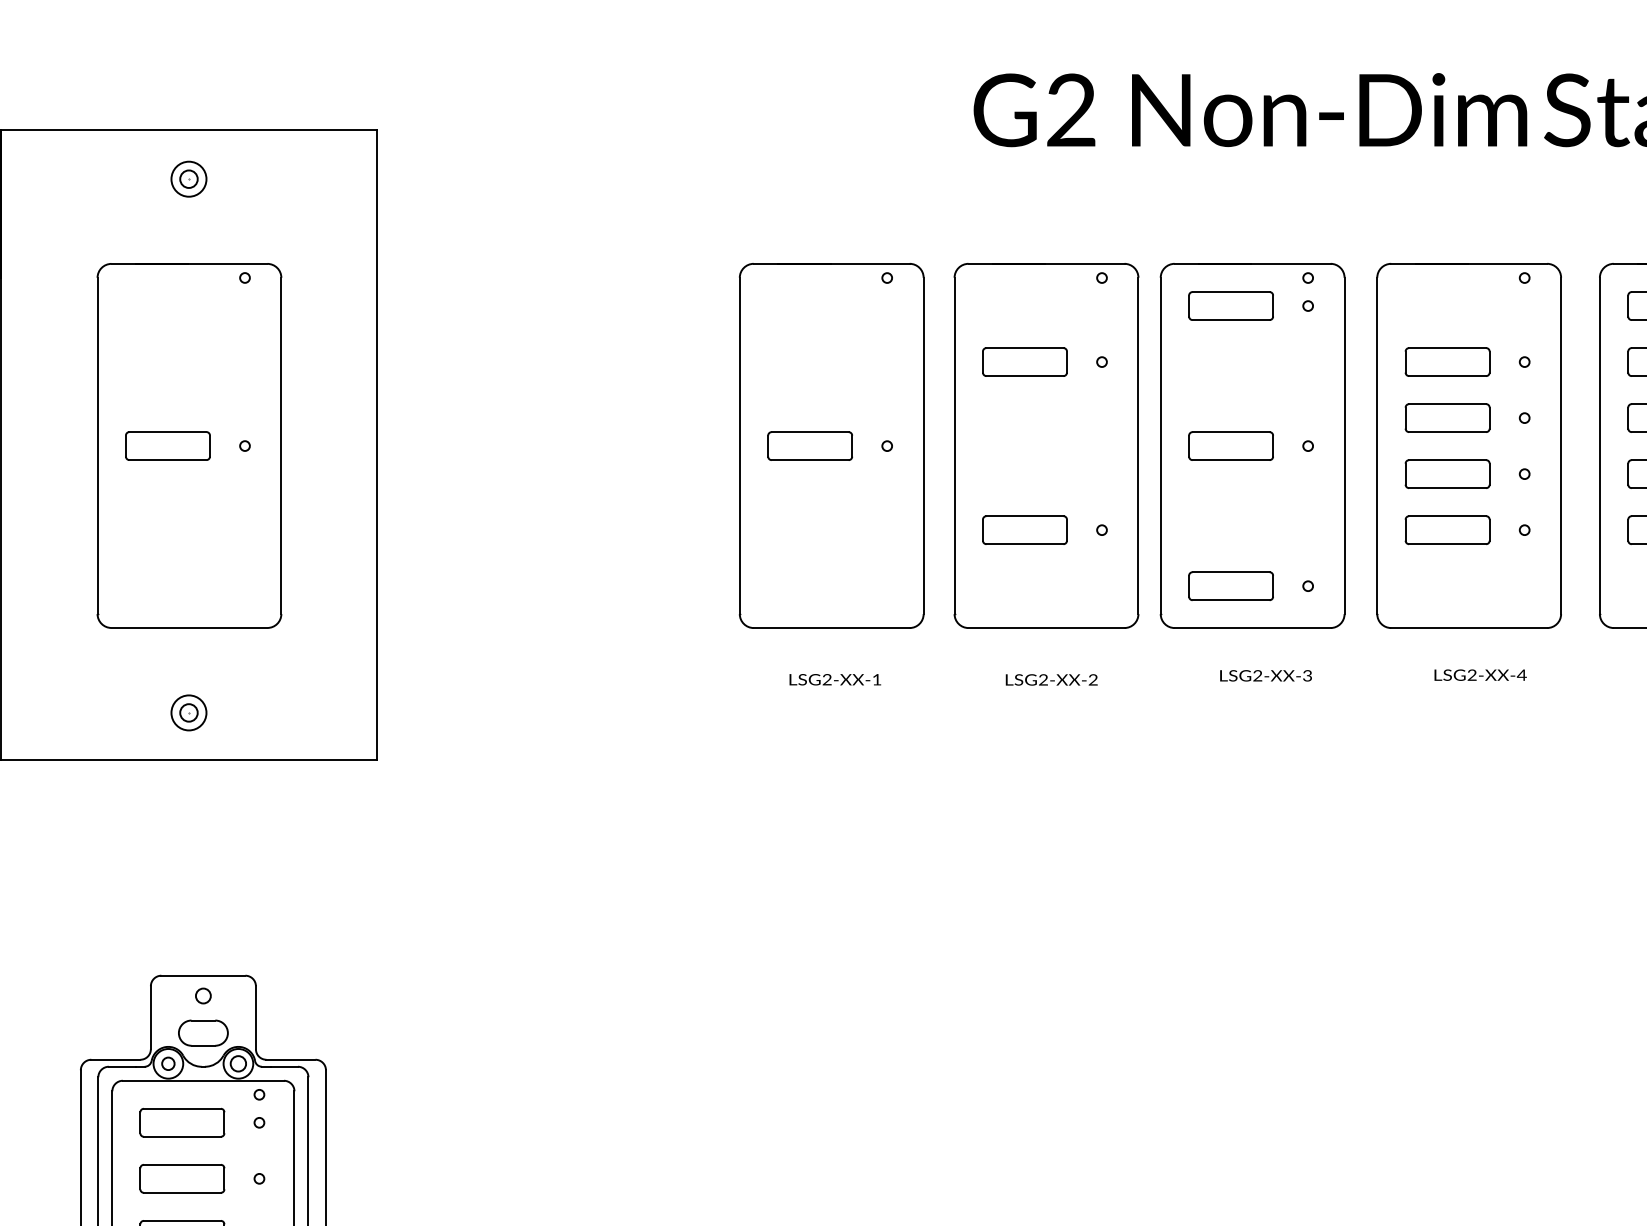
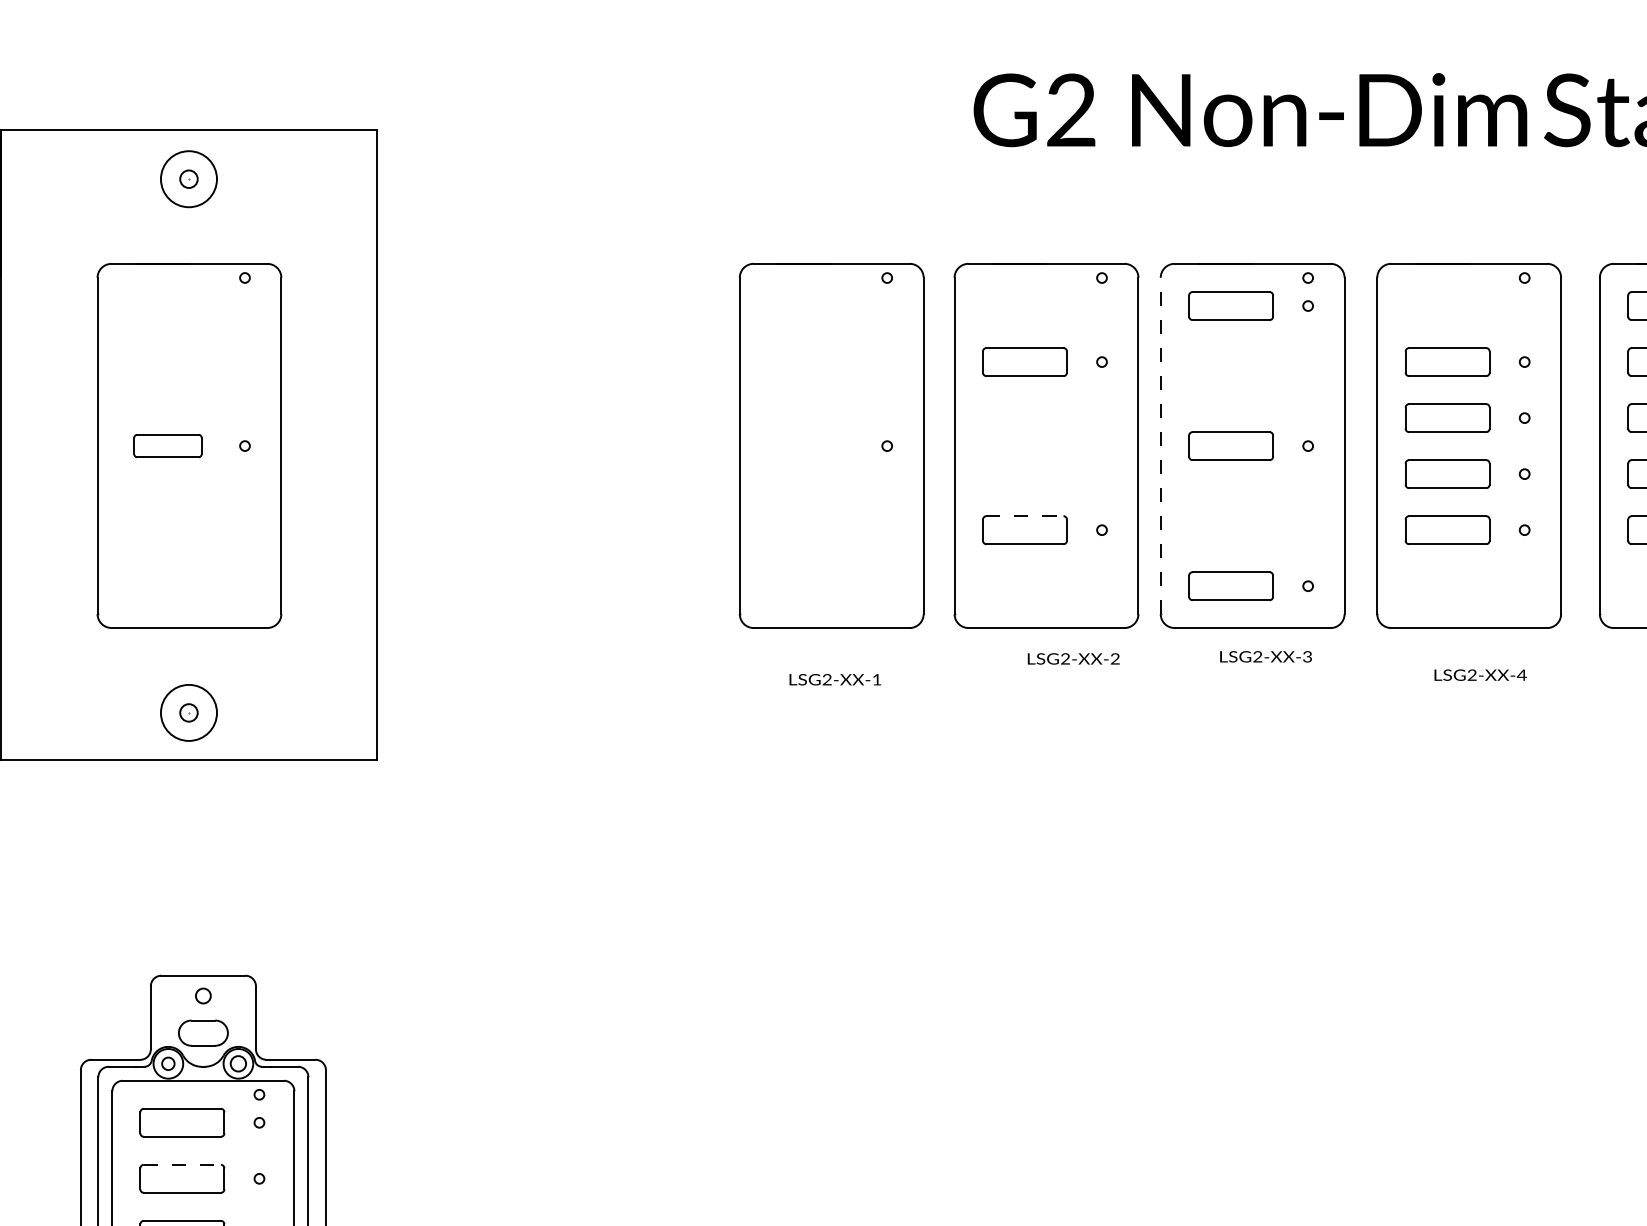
circle at (188, 178) diameter: 35 px -> 56 px
part at (167, 445) size: 86x30 px -> 70x25 px
part at (809, 445): present -> none
line at (1160, 445): solid -> dashed
line at (1024, 516): solid -> dashed
text at (1265, 675) position: (1265, 675) -> (1265, 656)
text at (1051, 679) position: (1051, 679) -> (1073, 658)
circle at (188, 712) diameter: 35 px -> 56 px
line at (182, 1164): solid -> dashed
